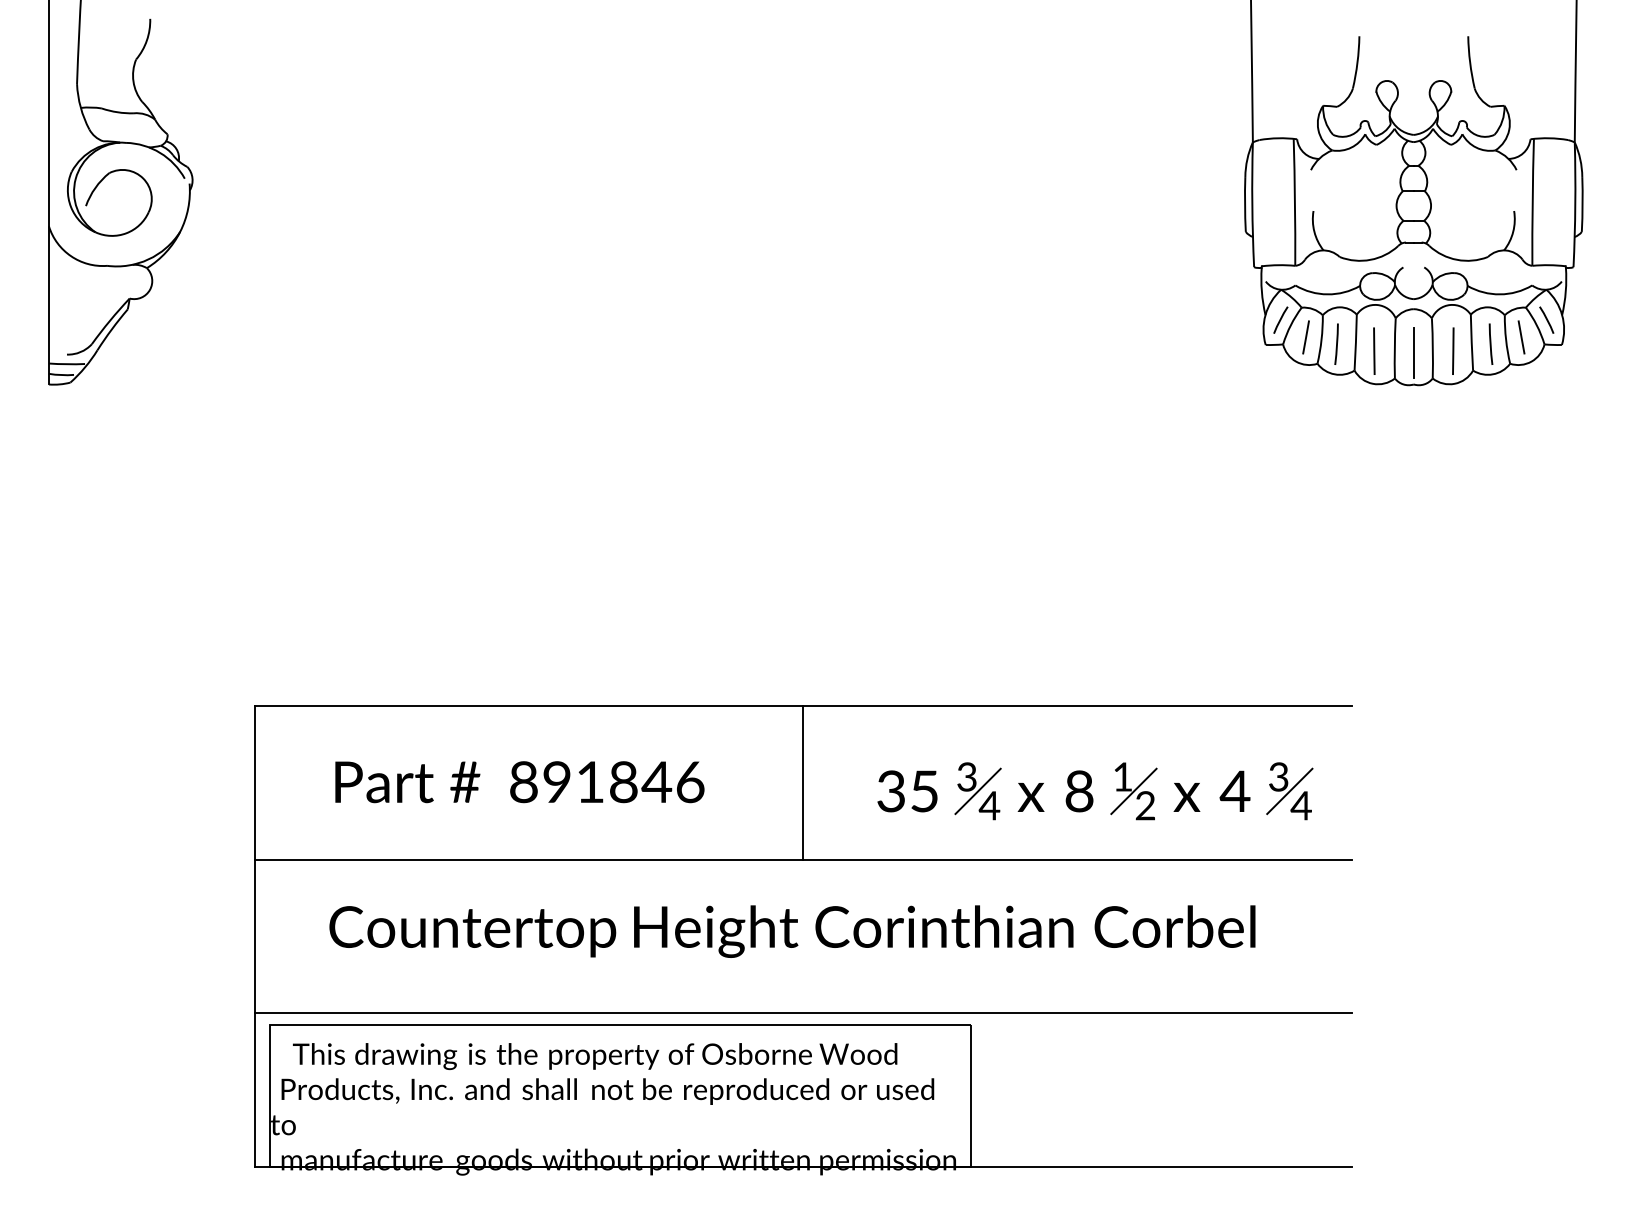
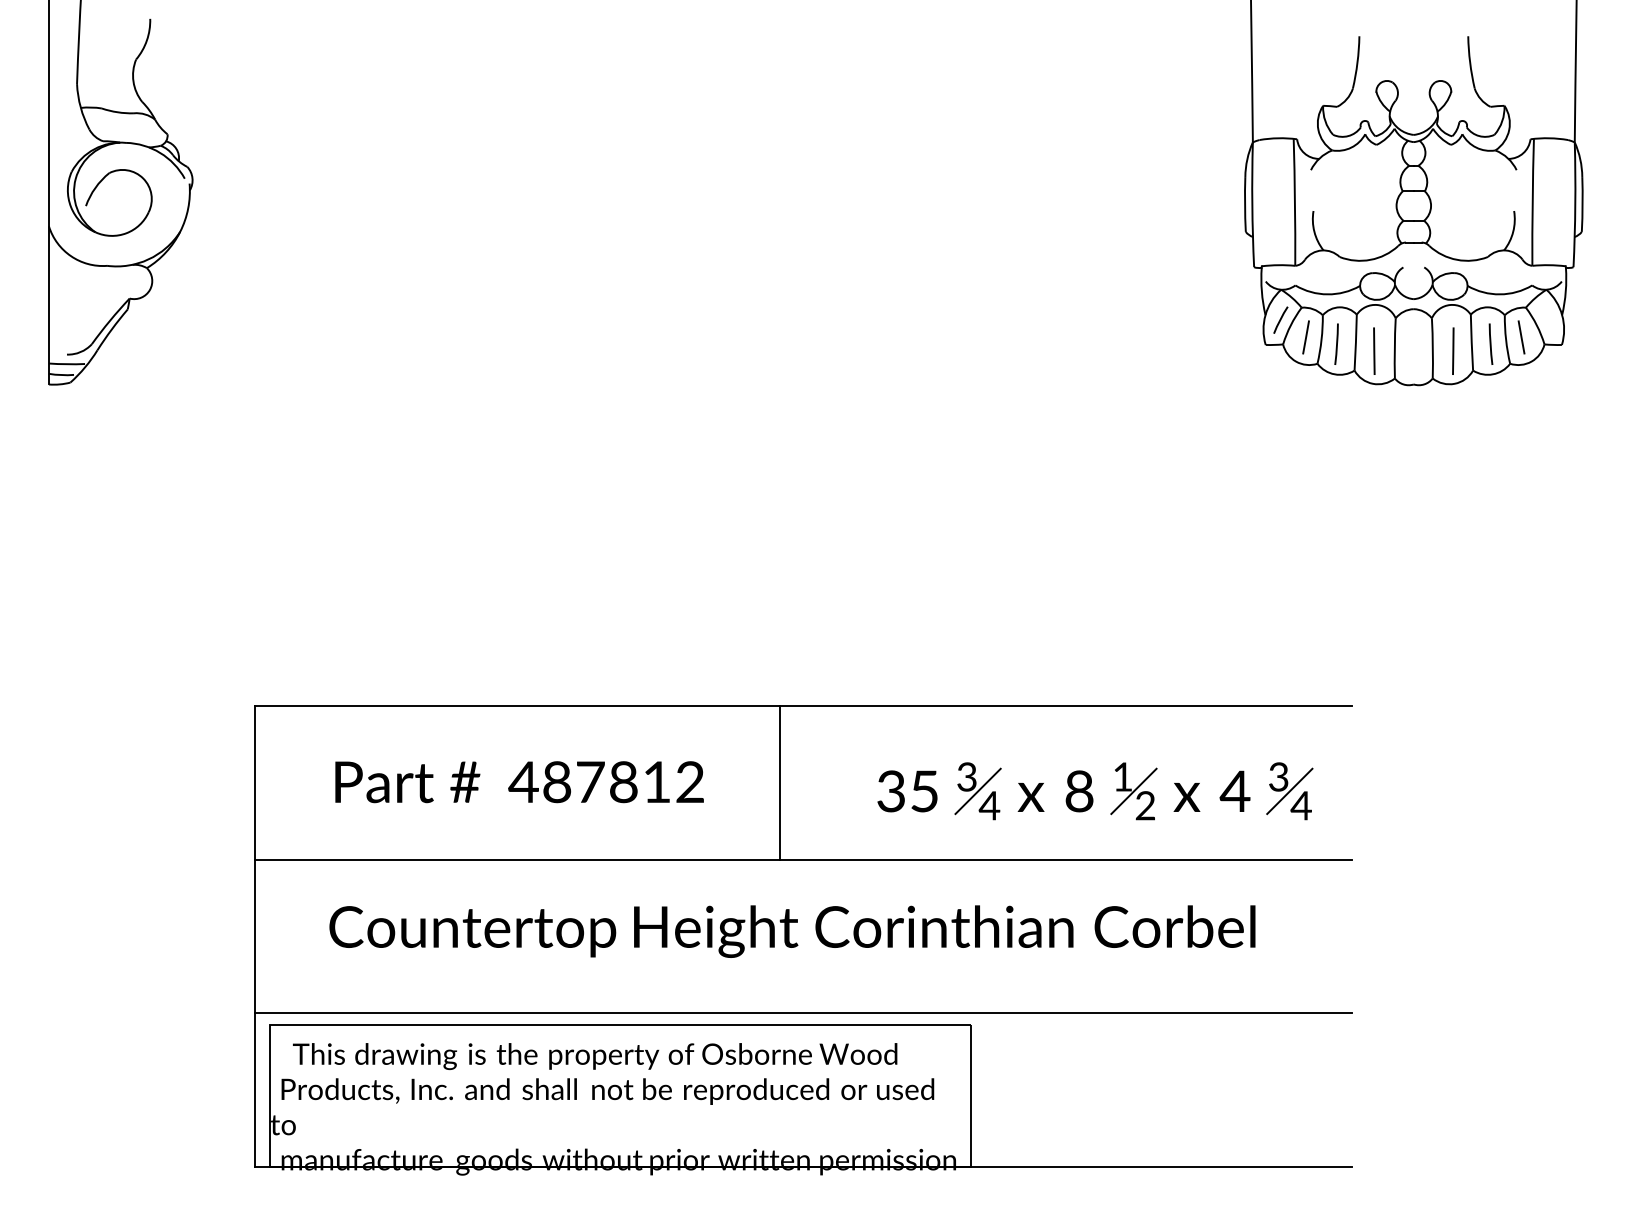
line at (1546, 319): present -> none
line at (1413, 353): present -> none
text at (606, 782): 891846 -> 487812
line at (803, 782) position: (803, 782) -> (780, 782)
